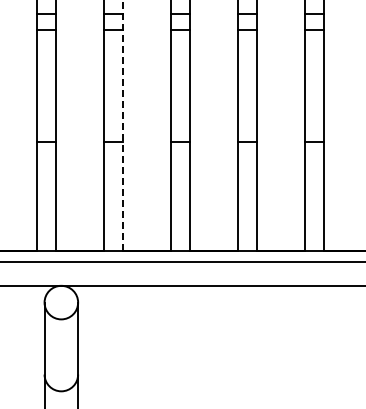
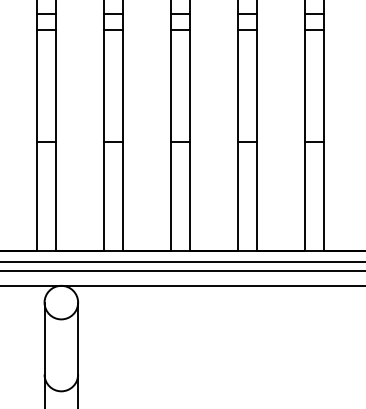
line at (122, 125): dashed -> solid
line at (182, 271): none -> present
